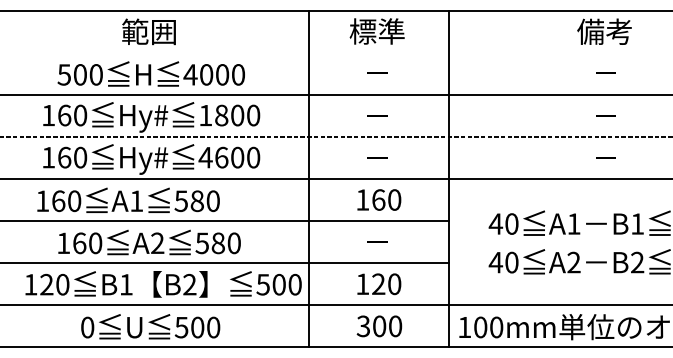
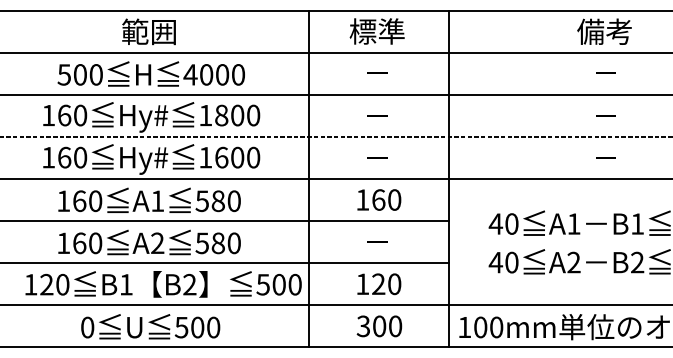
line at (335, 52): none -> present
text at (205, 157): 4600 -> 1600
text at (128, 199) position: (128, 199) -> (149, 199)
